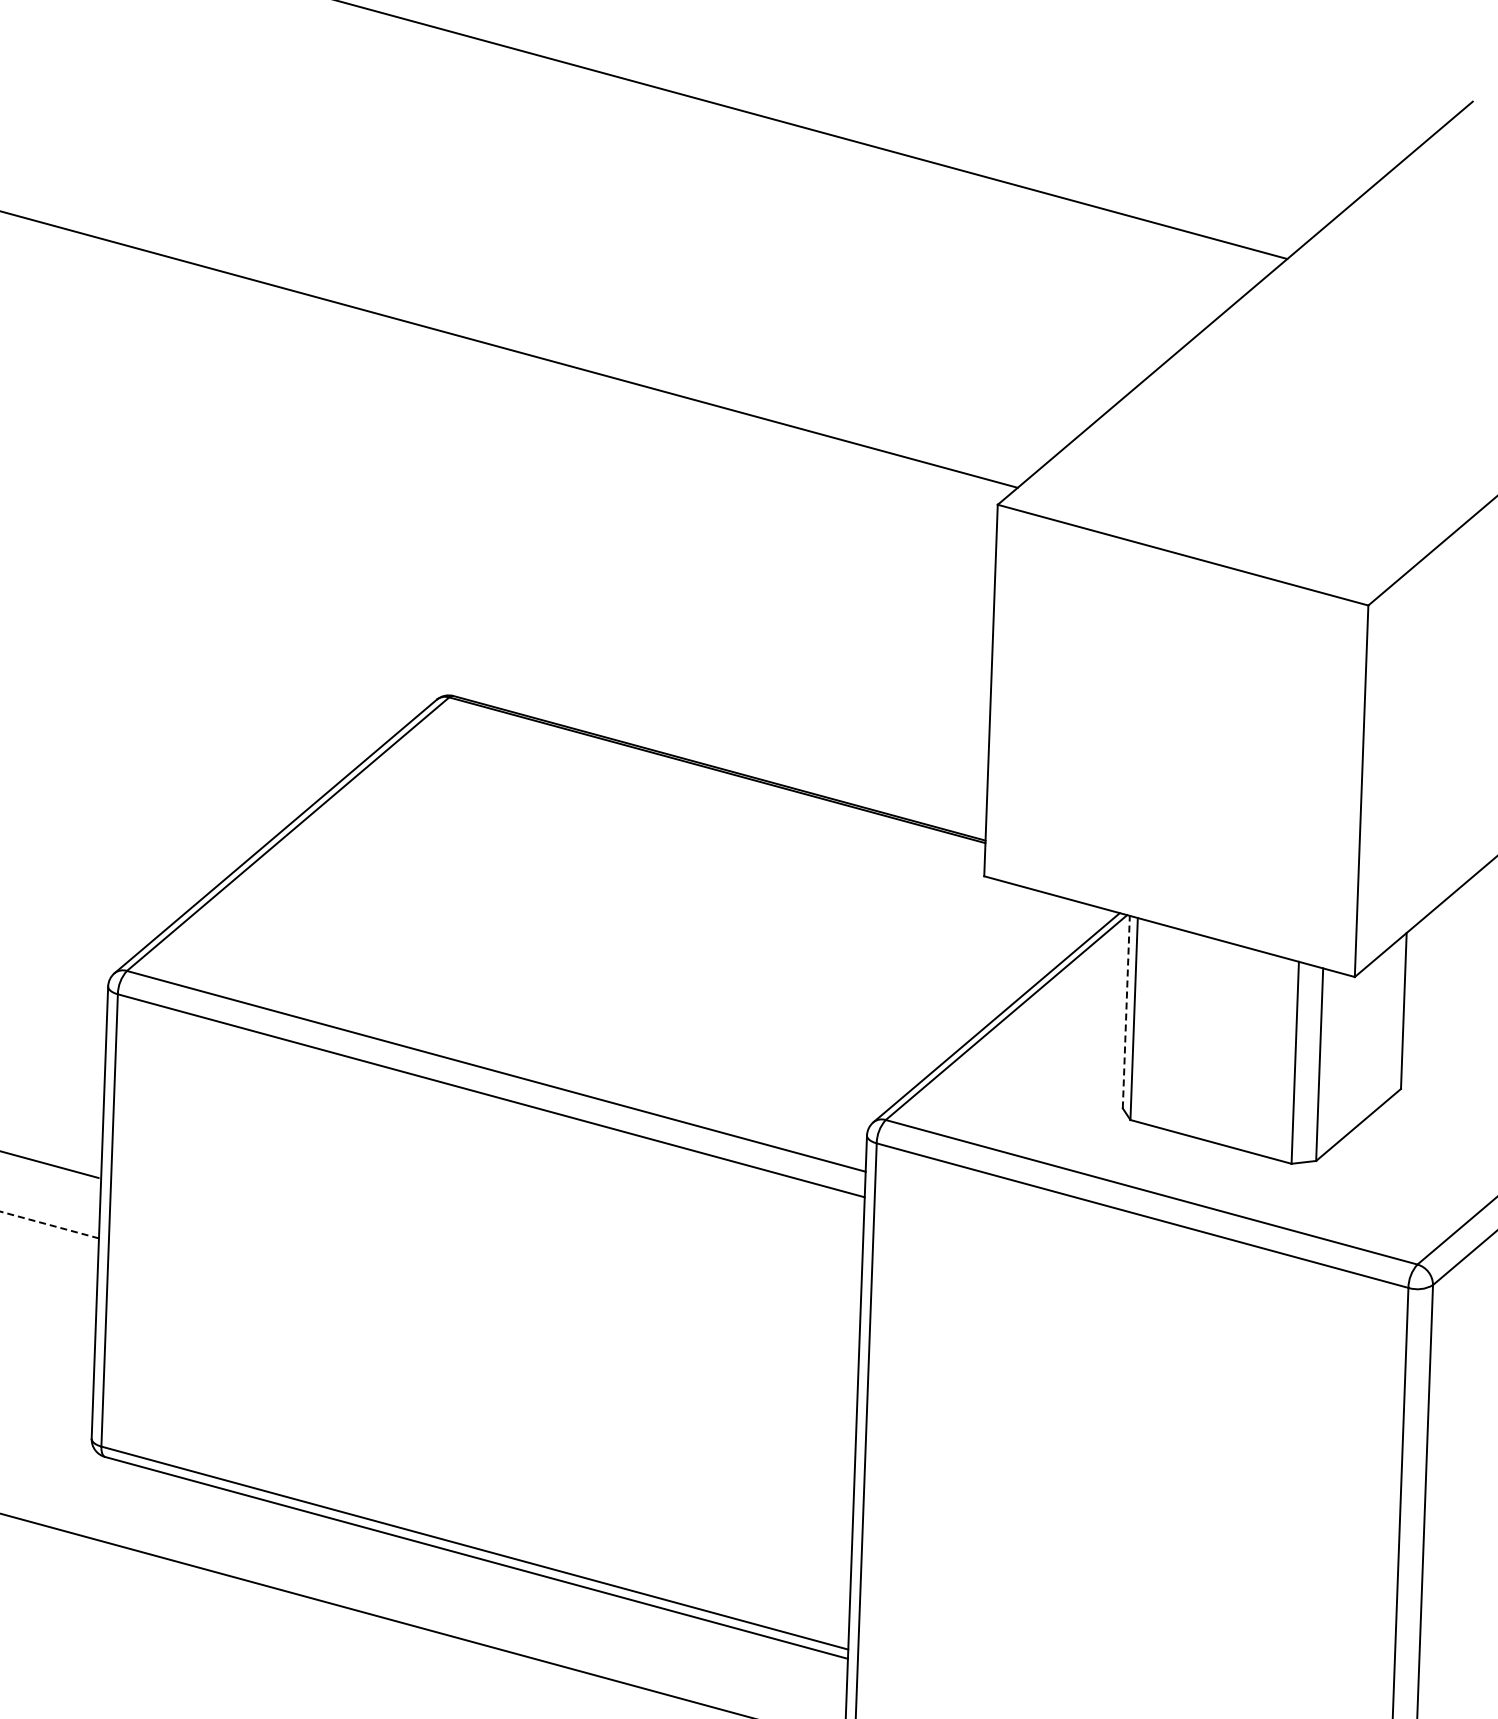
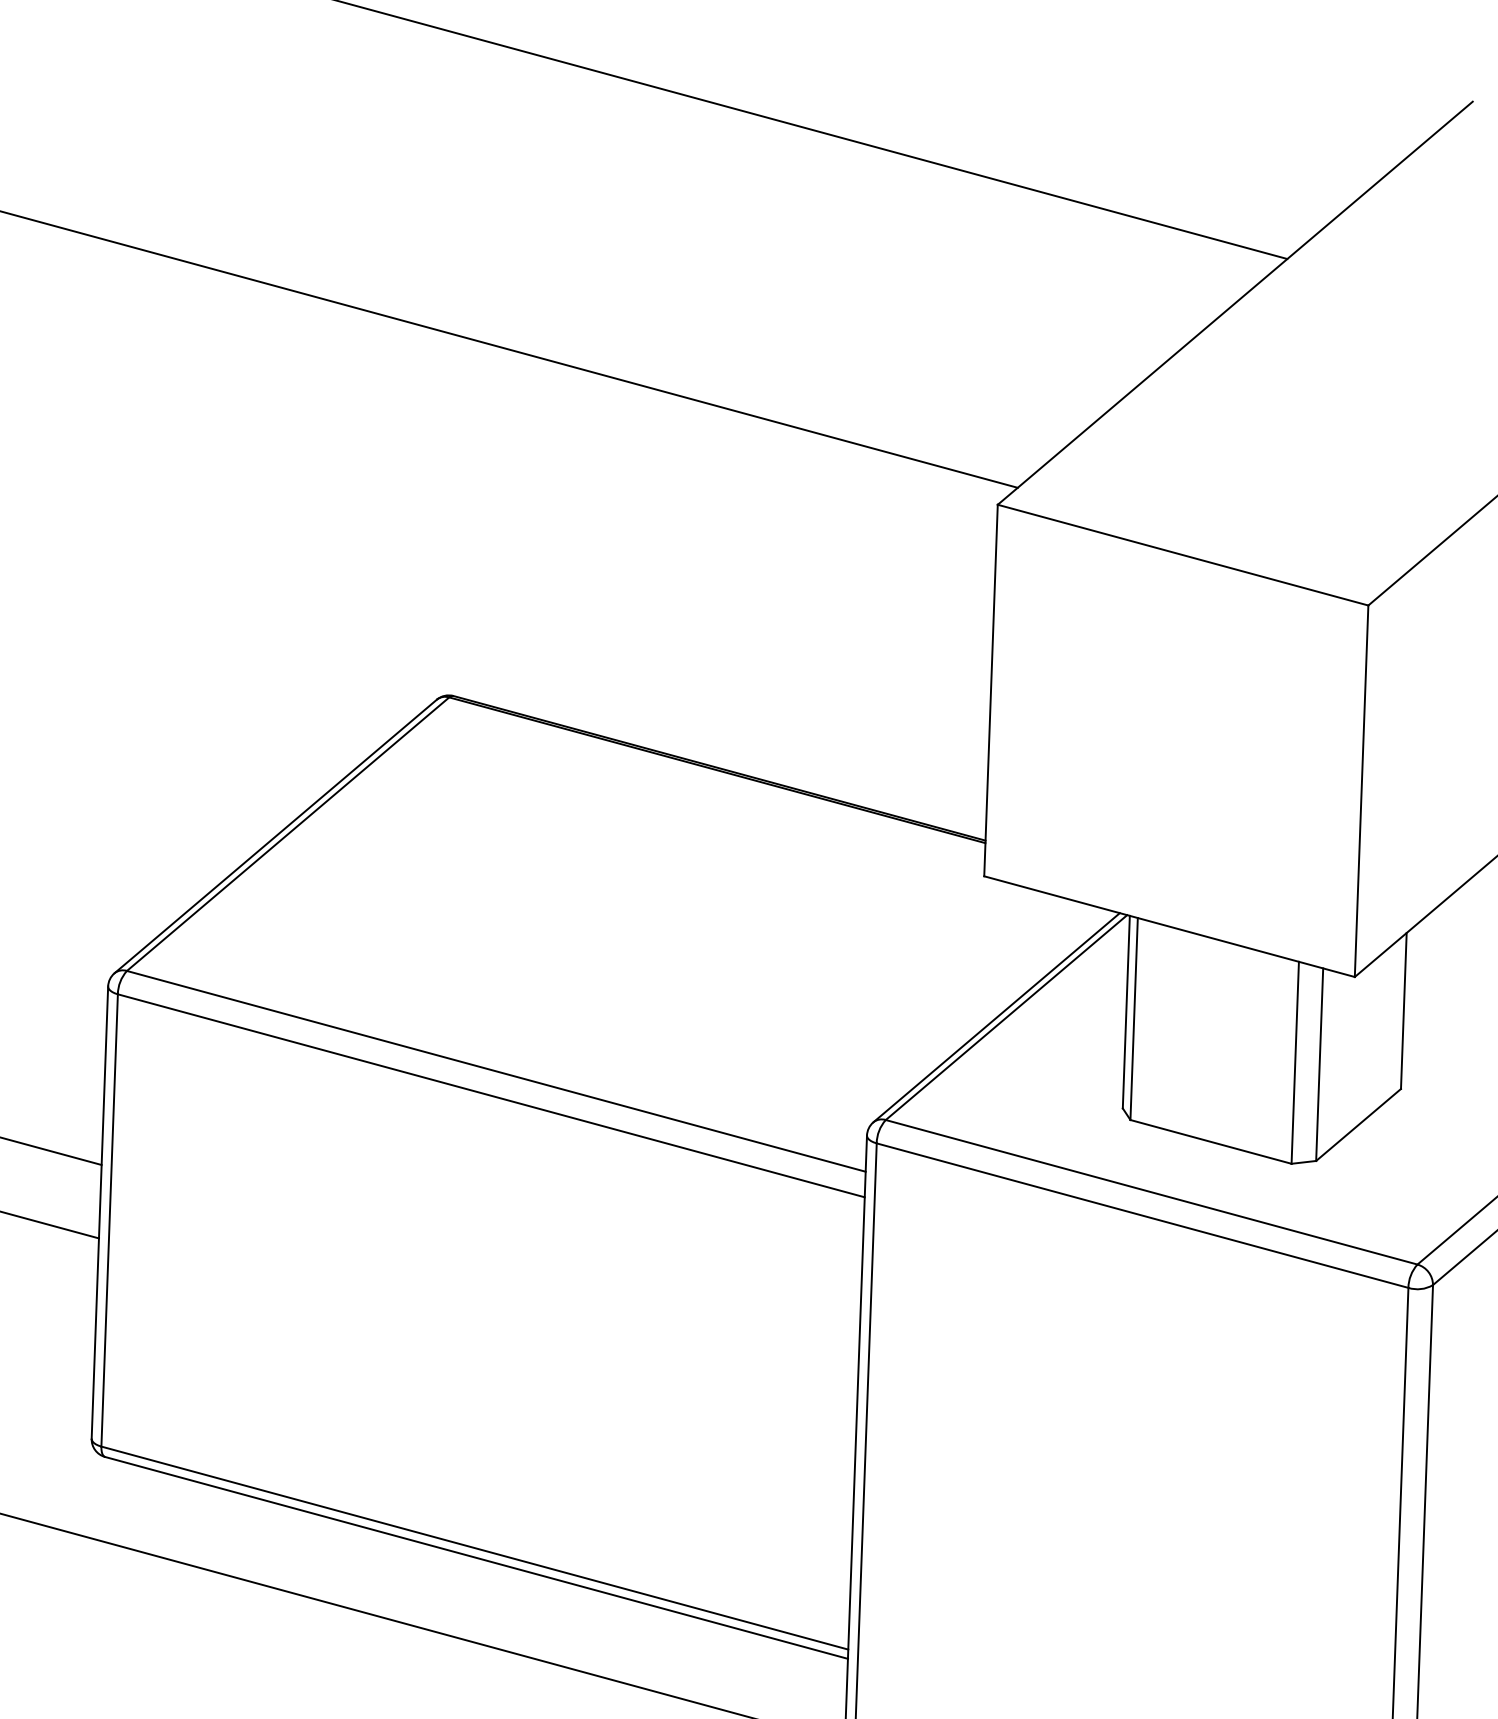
line at (1126, 1011): dashed -> solid
line at (50, 1164) position: (50, 1164) -> (51, 1151)
line at (49, 1225): dashed -> solid
